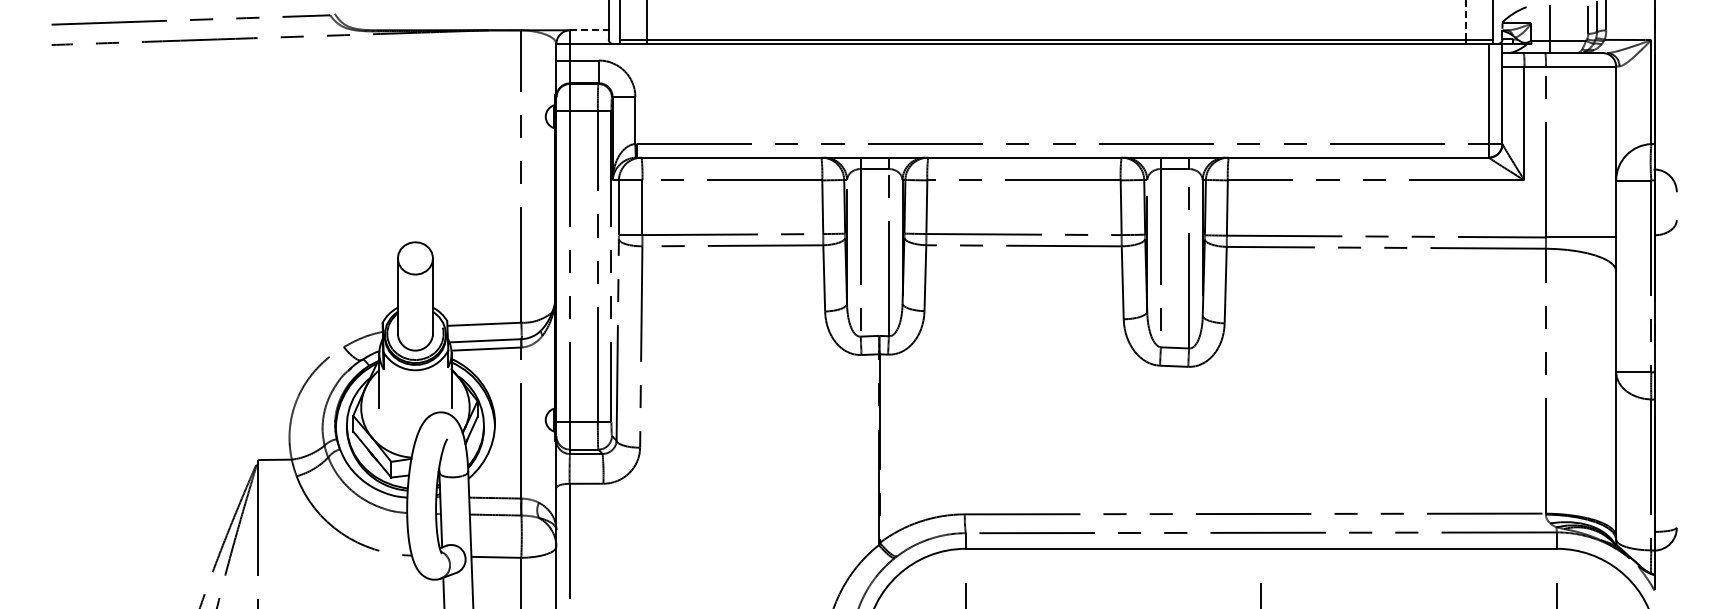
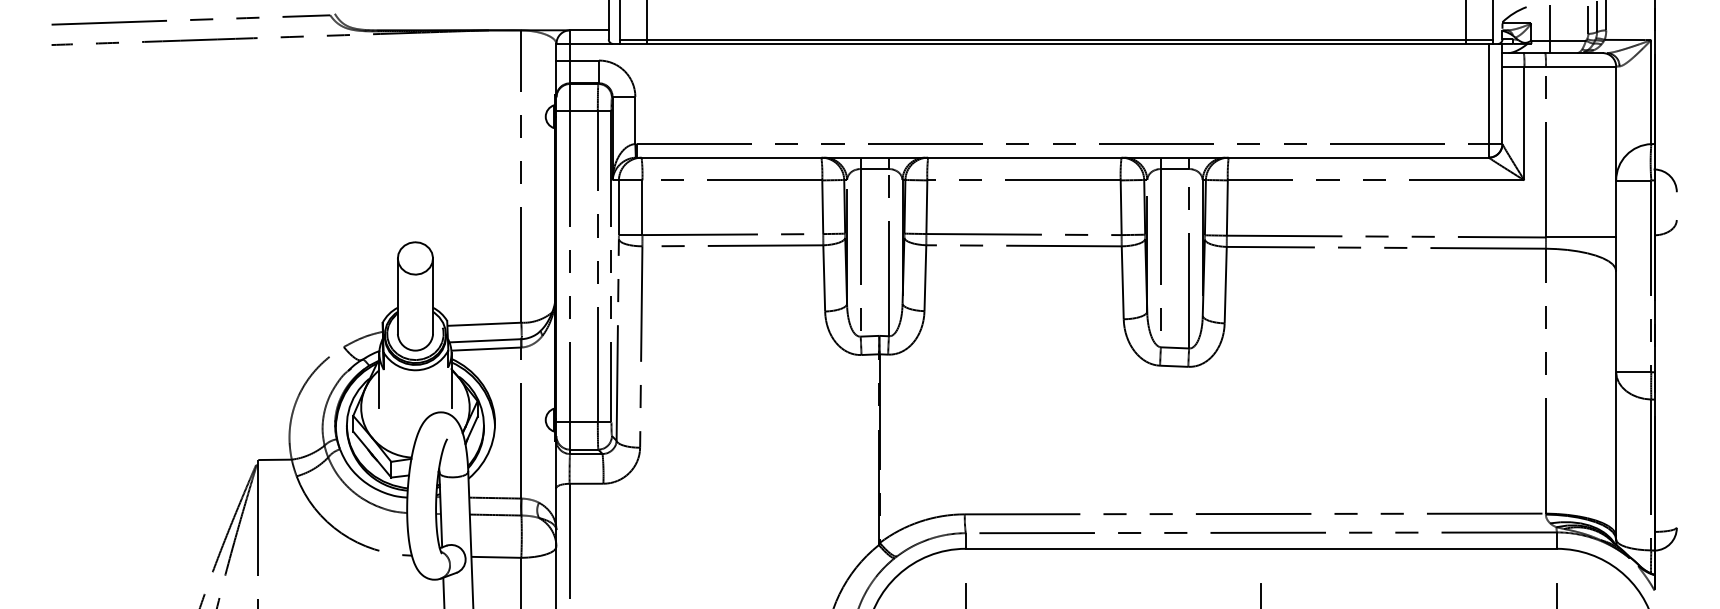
line at (1465, 19): dashed -> solid
line at (589, 30): dashed -> solid
